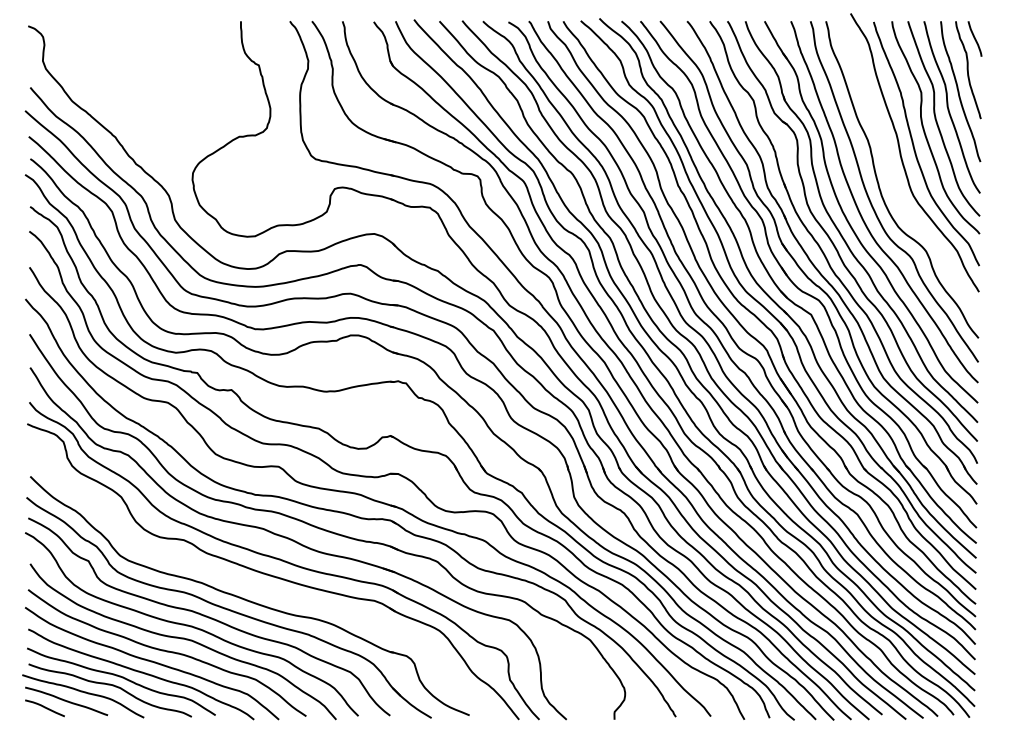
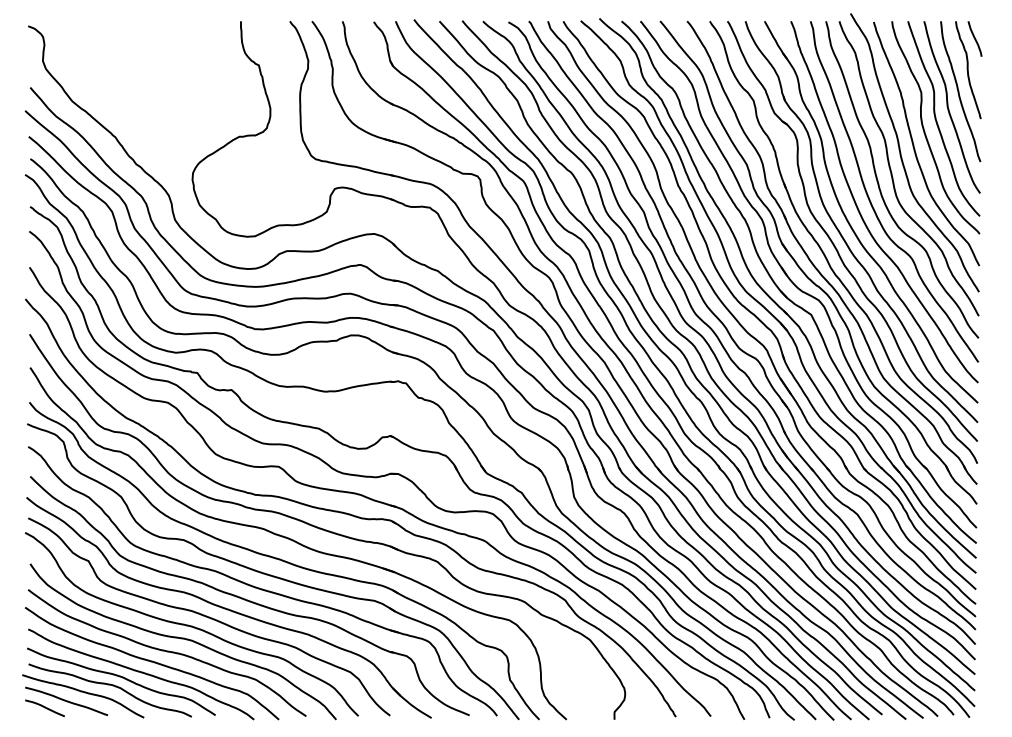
curve at (892, 172): none -> present
part at (259, 587): none -> present
